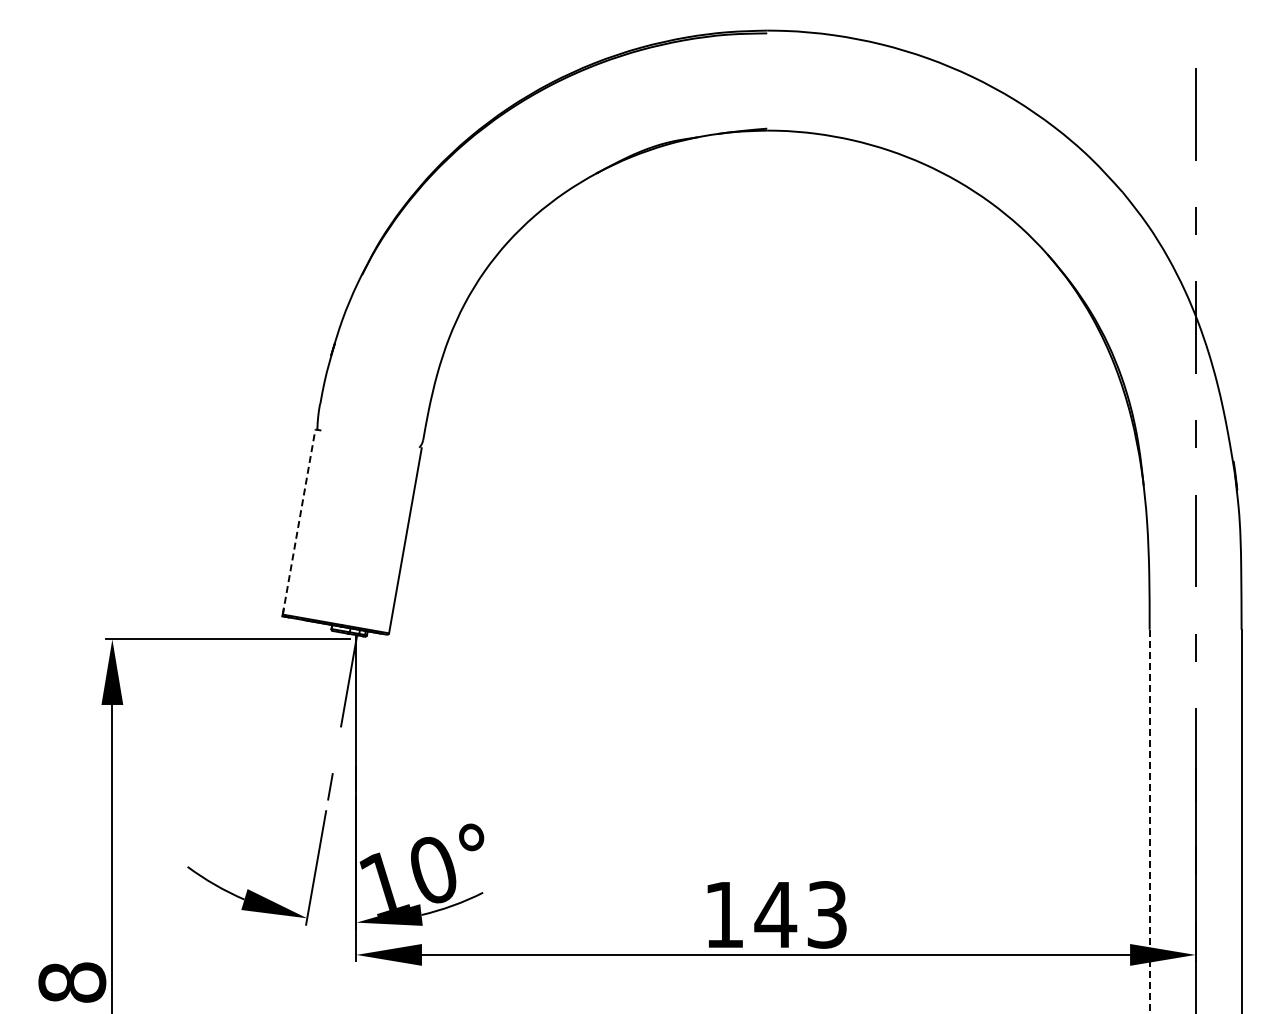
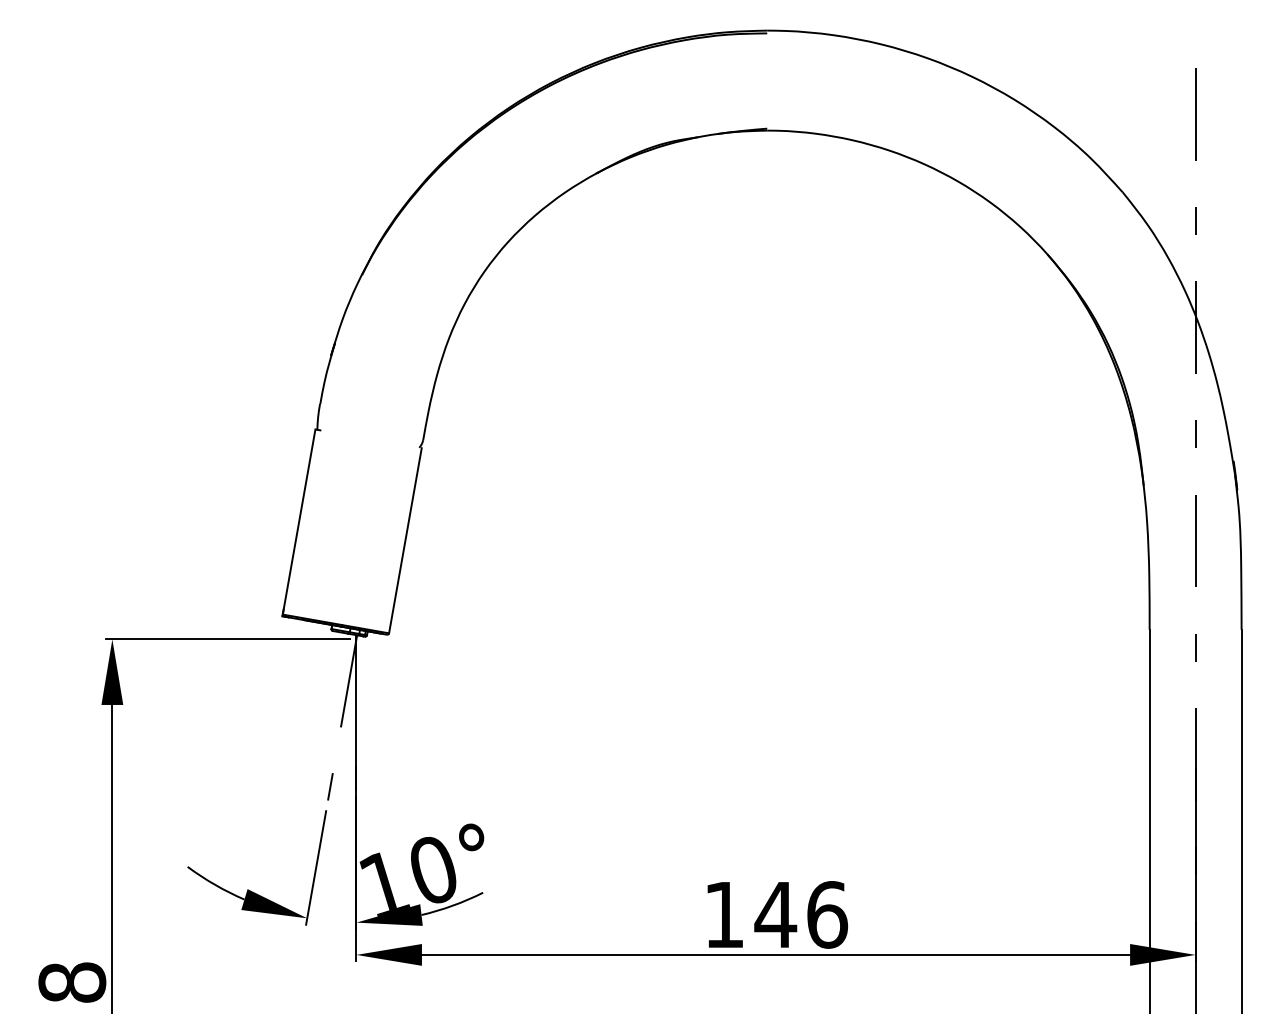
line at (299, 522): dashed -> solid
line at (1149, 821): dashed -> solid
text at (827, 914): 143 -> 146
